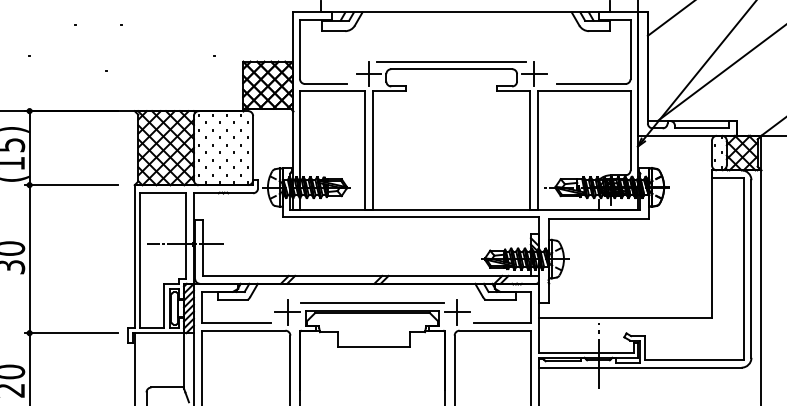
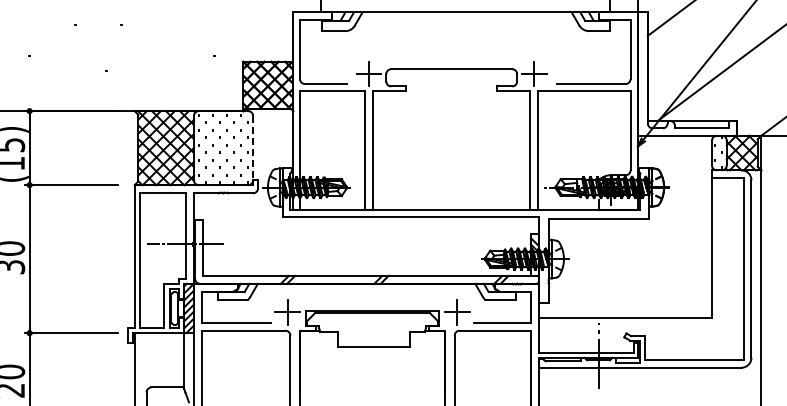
line at (451, 61): present -> none
line at (253, 148): solid -> dashed
line at (372, 302): present -> none
